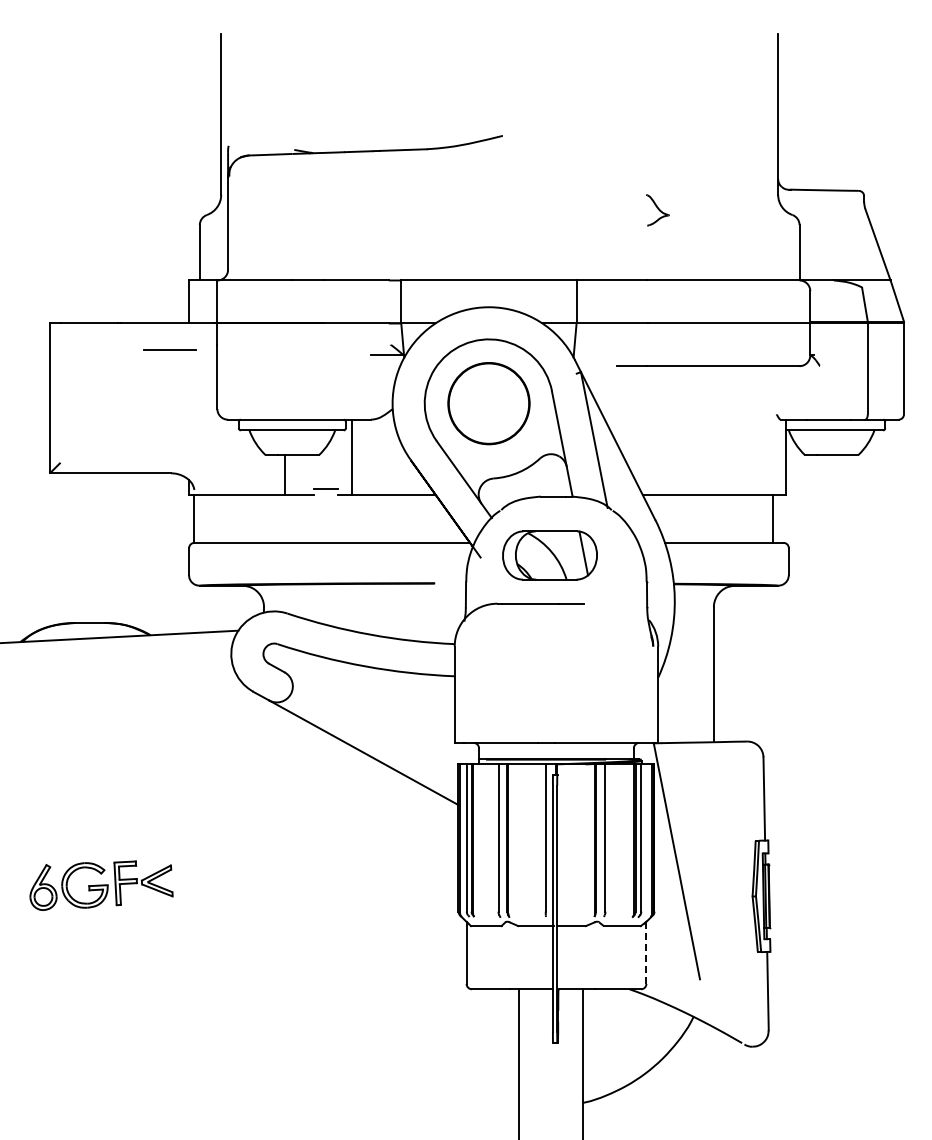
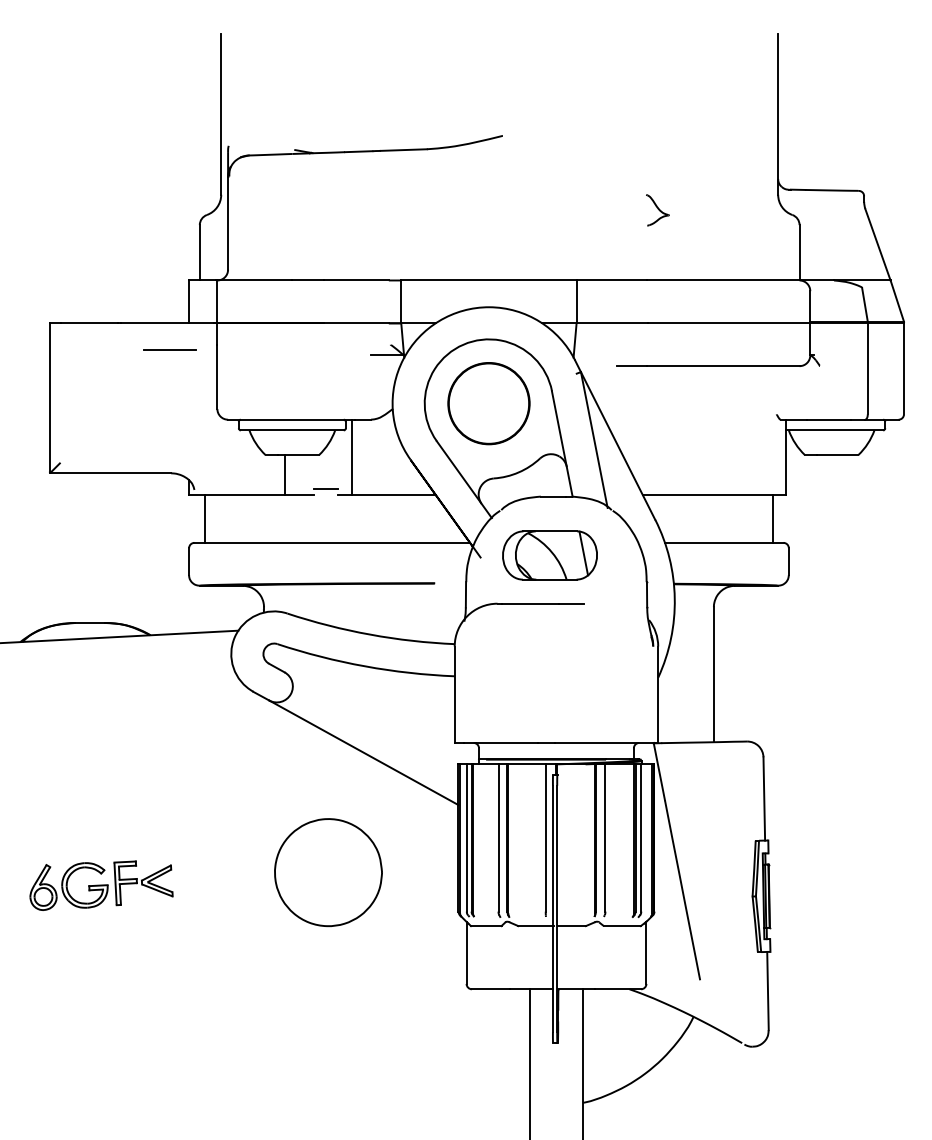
line at (194, 518) position: (194, 518) -> (205, 518)
part at (328, 872): none -> present
line at (646, 952): dashed -> solid
line at (518, 1062) position: (518, 1062) -> (529, 1062)
